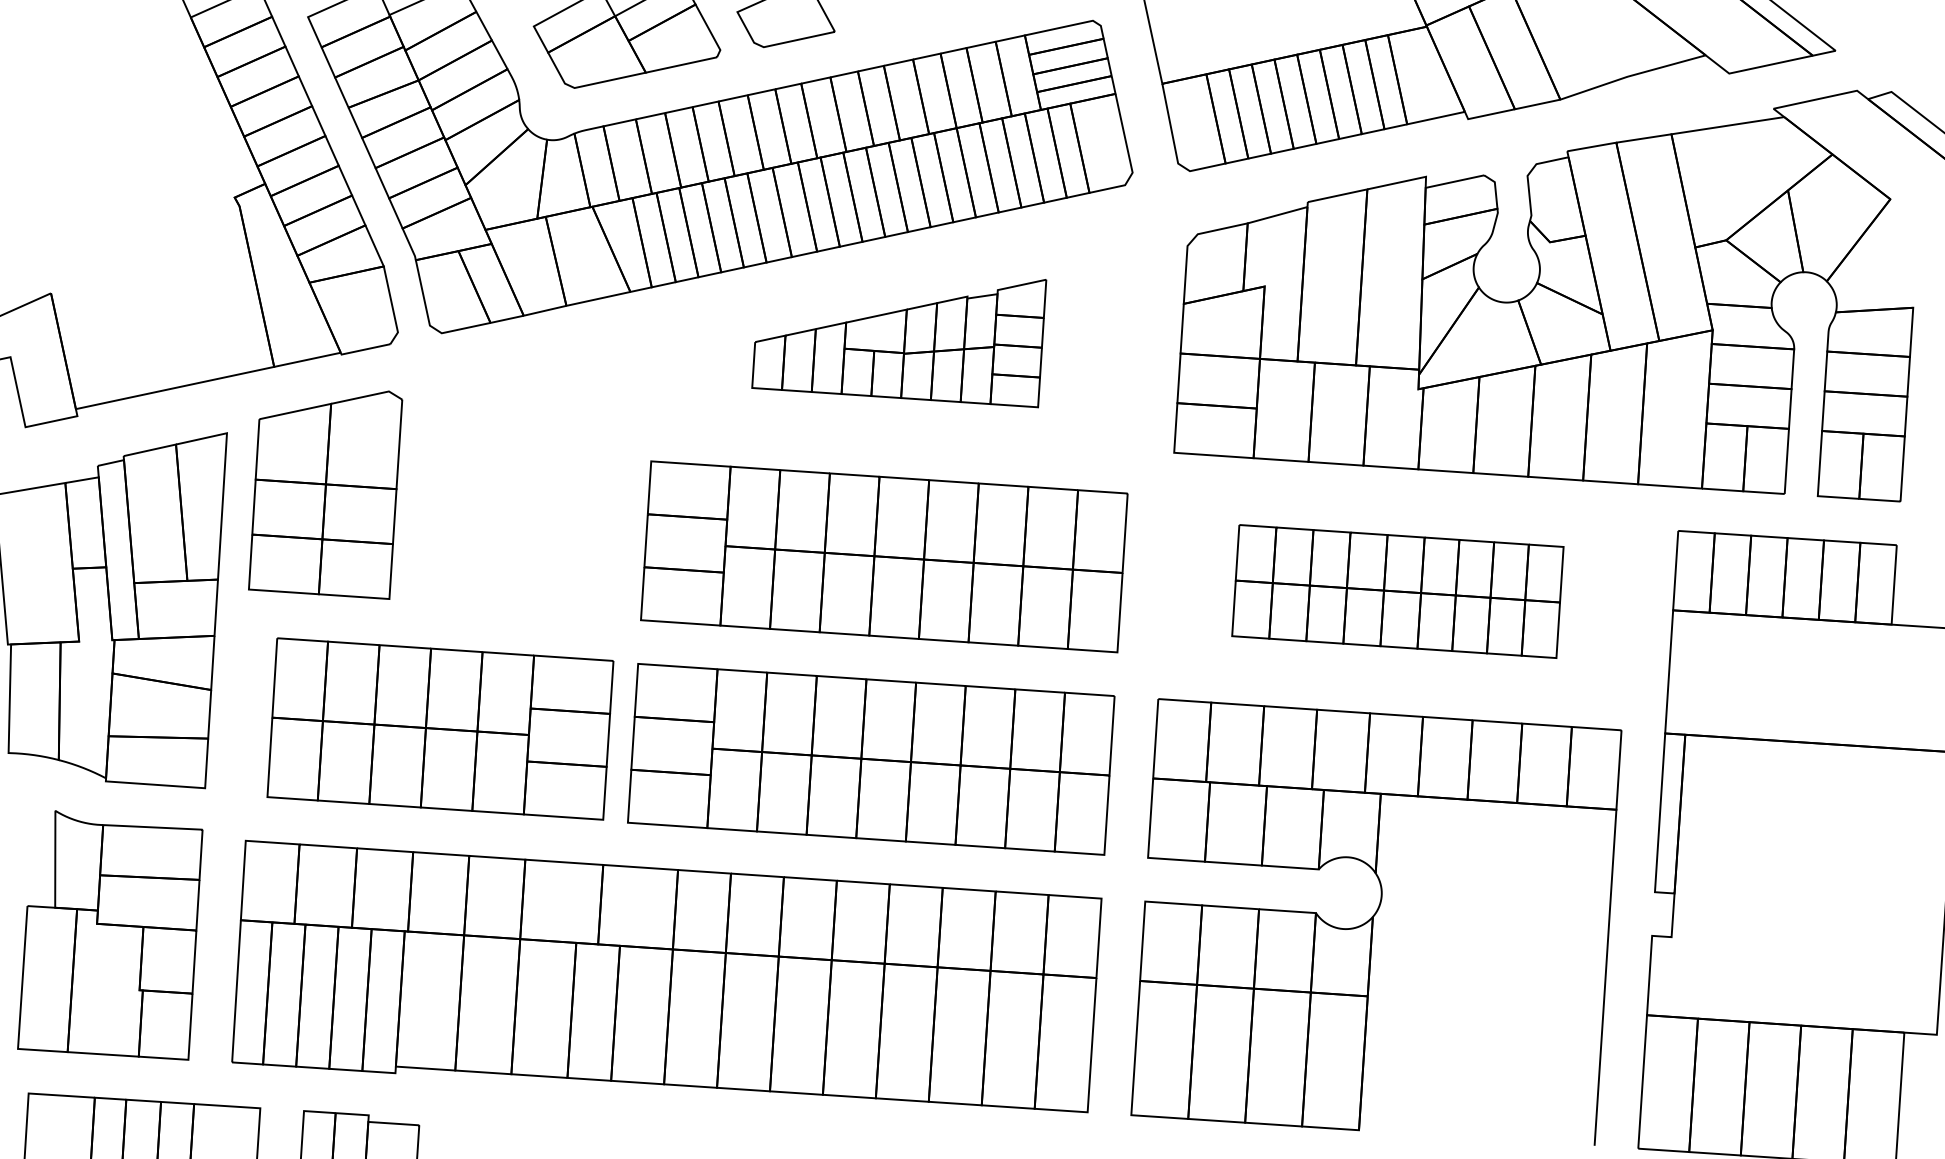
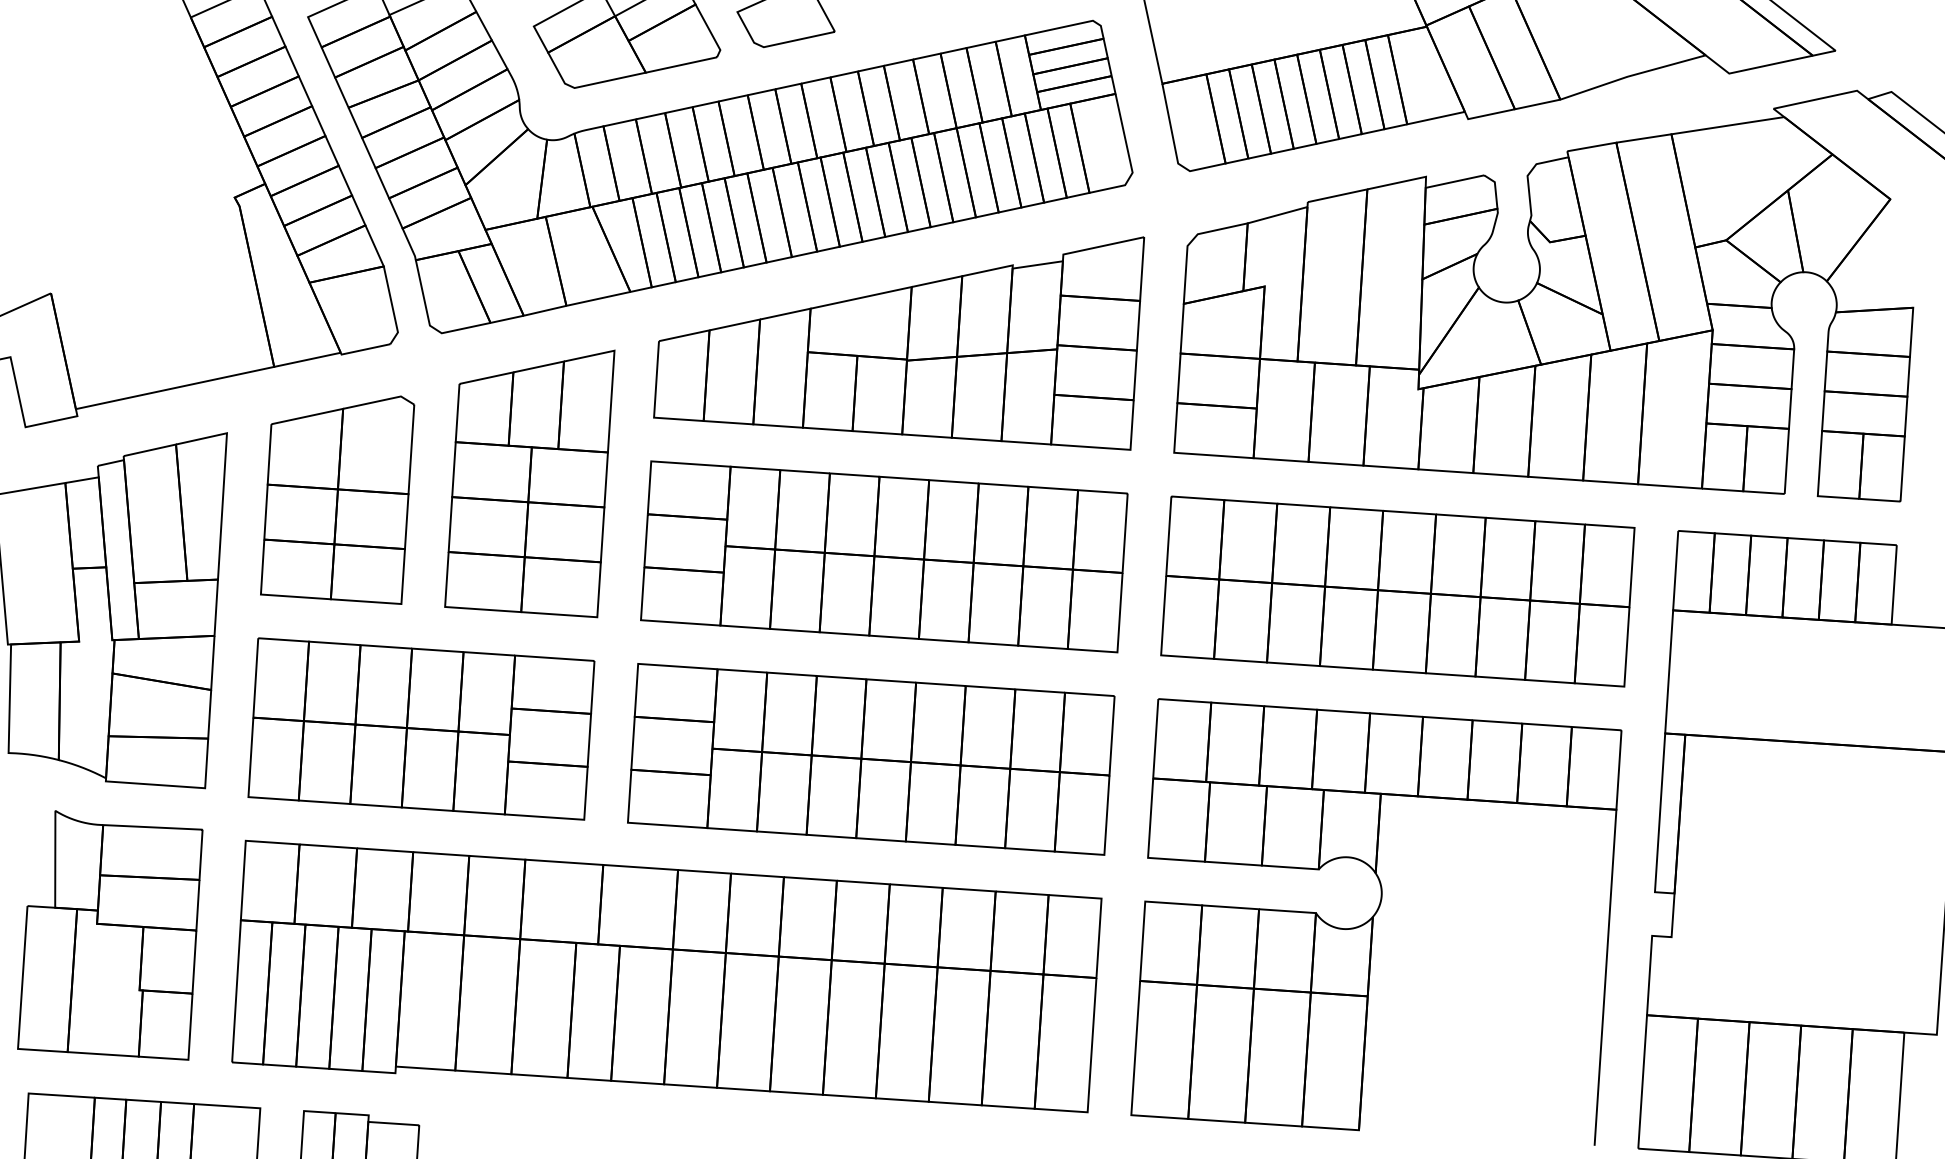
part at (899, 343) size: 297x130 px -> 493x215 px
part at (529, 483): none -> present
part at (325, 494) position: (325, 494) -> (337, 499)
part at (1397, 591) size: 334x135 px -> 476x193 px
part at (440, 728) position: (440, 728) -> (421, 728)
